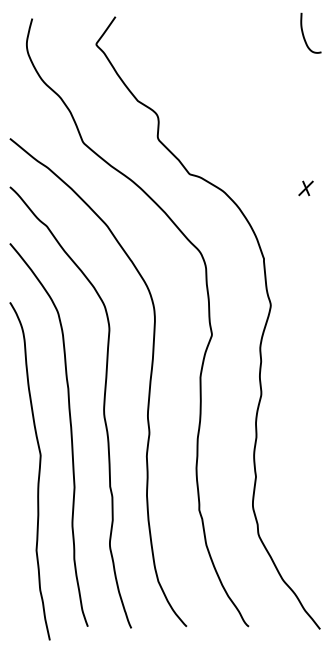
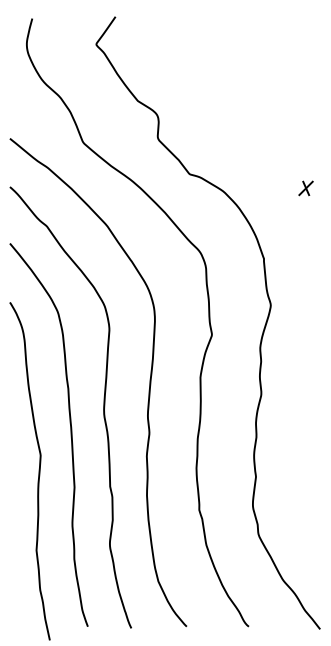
curve at (304, 35): present -> none
